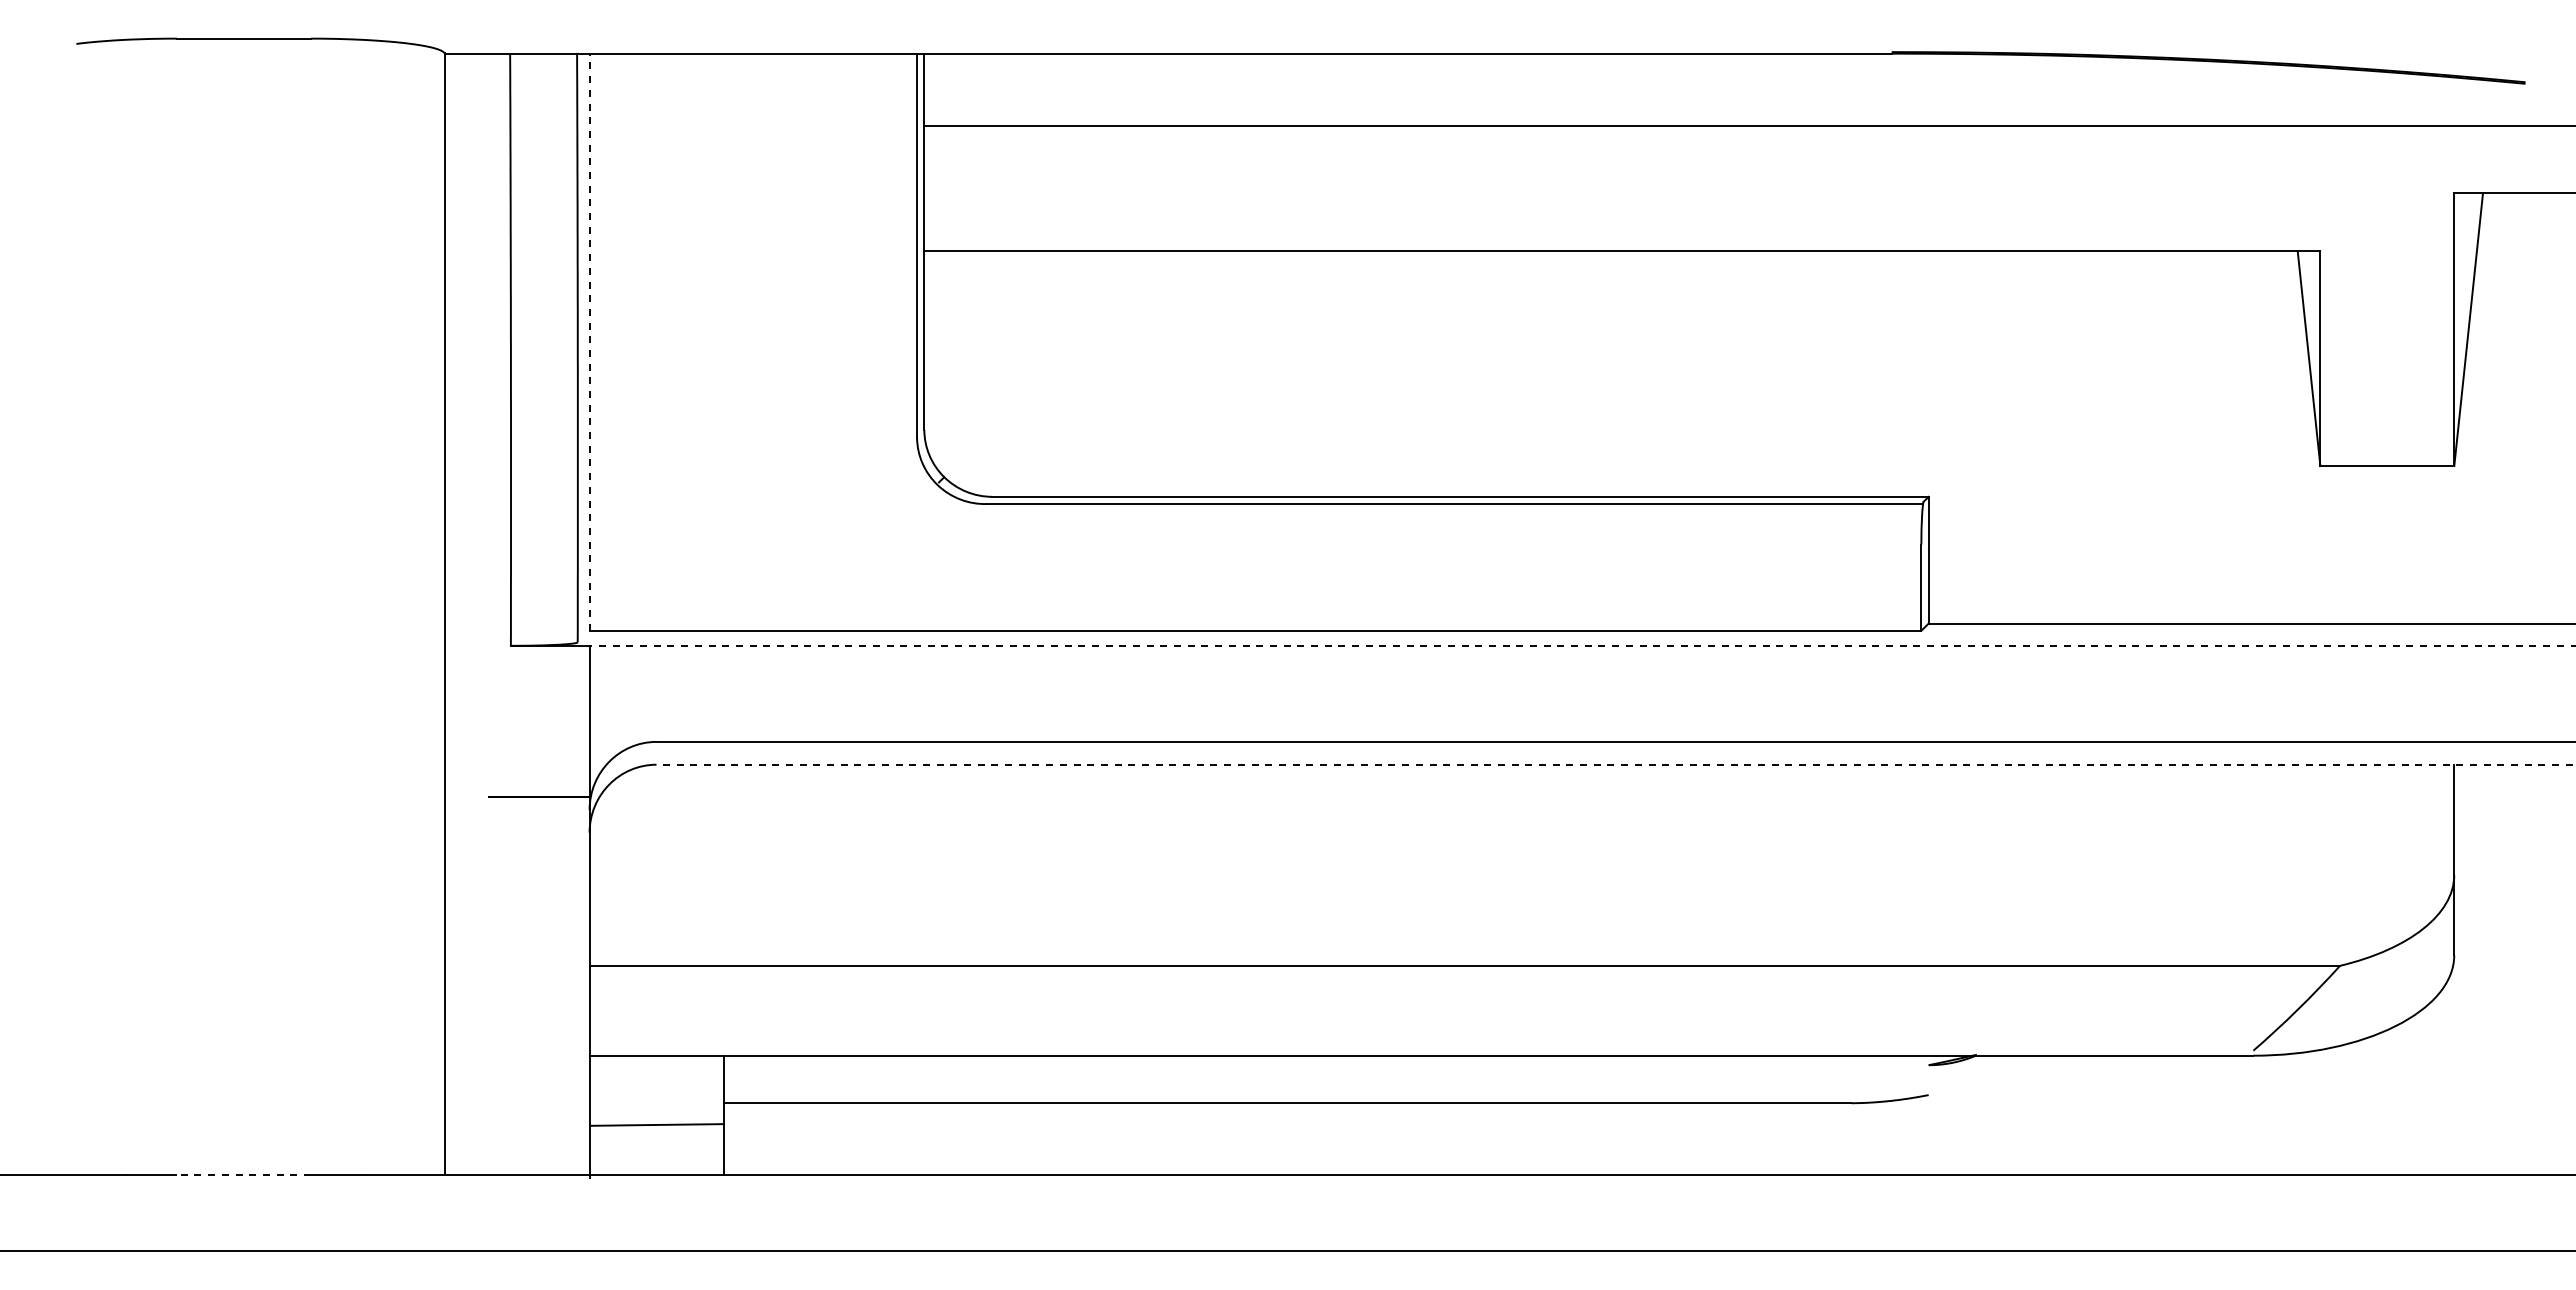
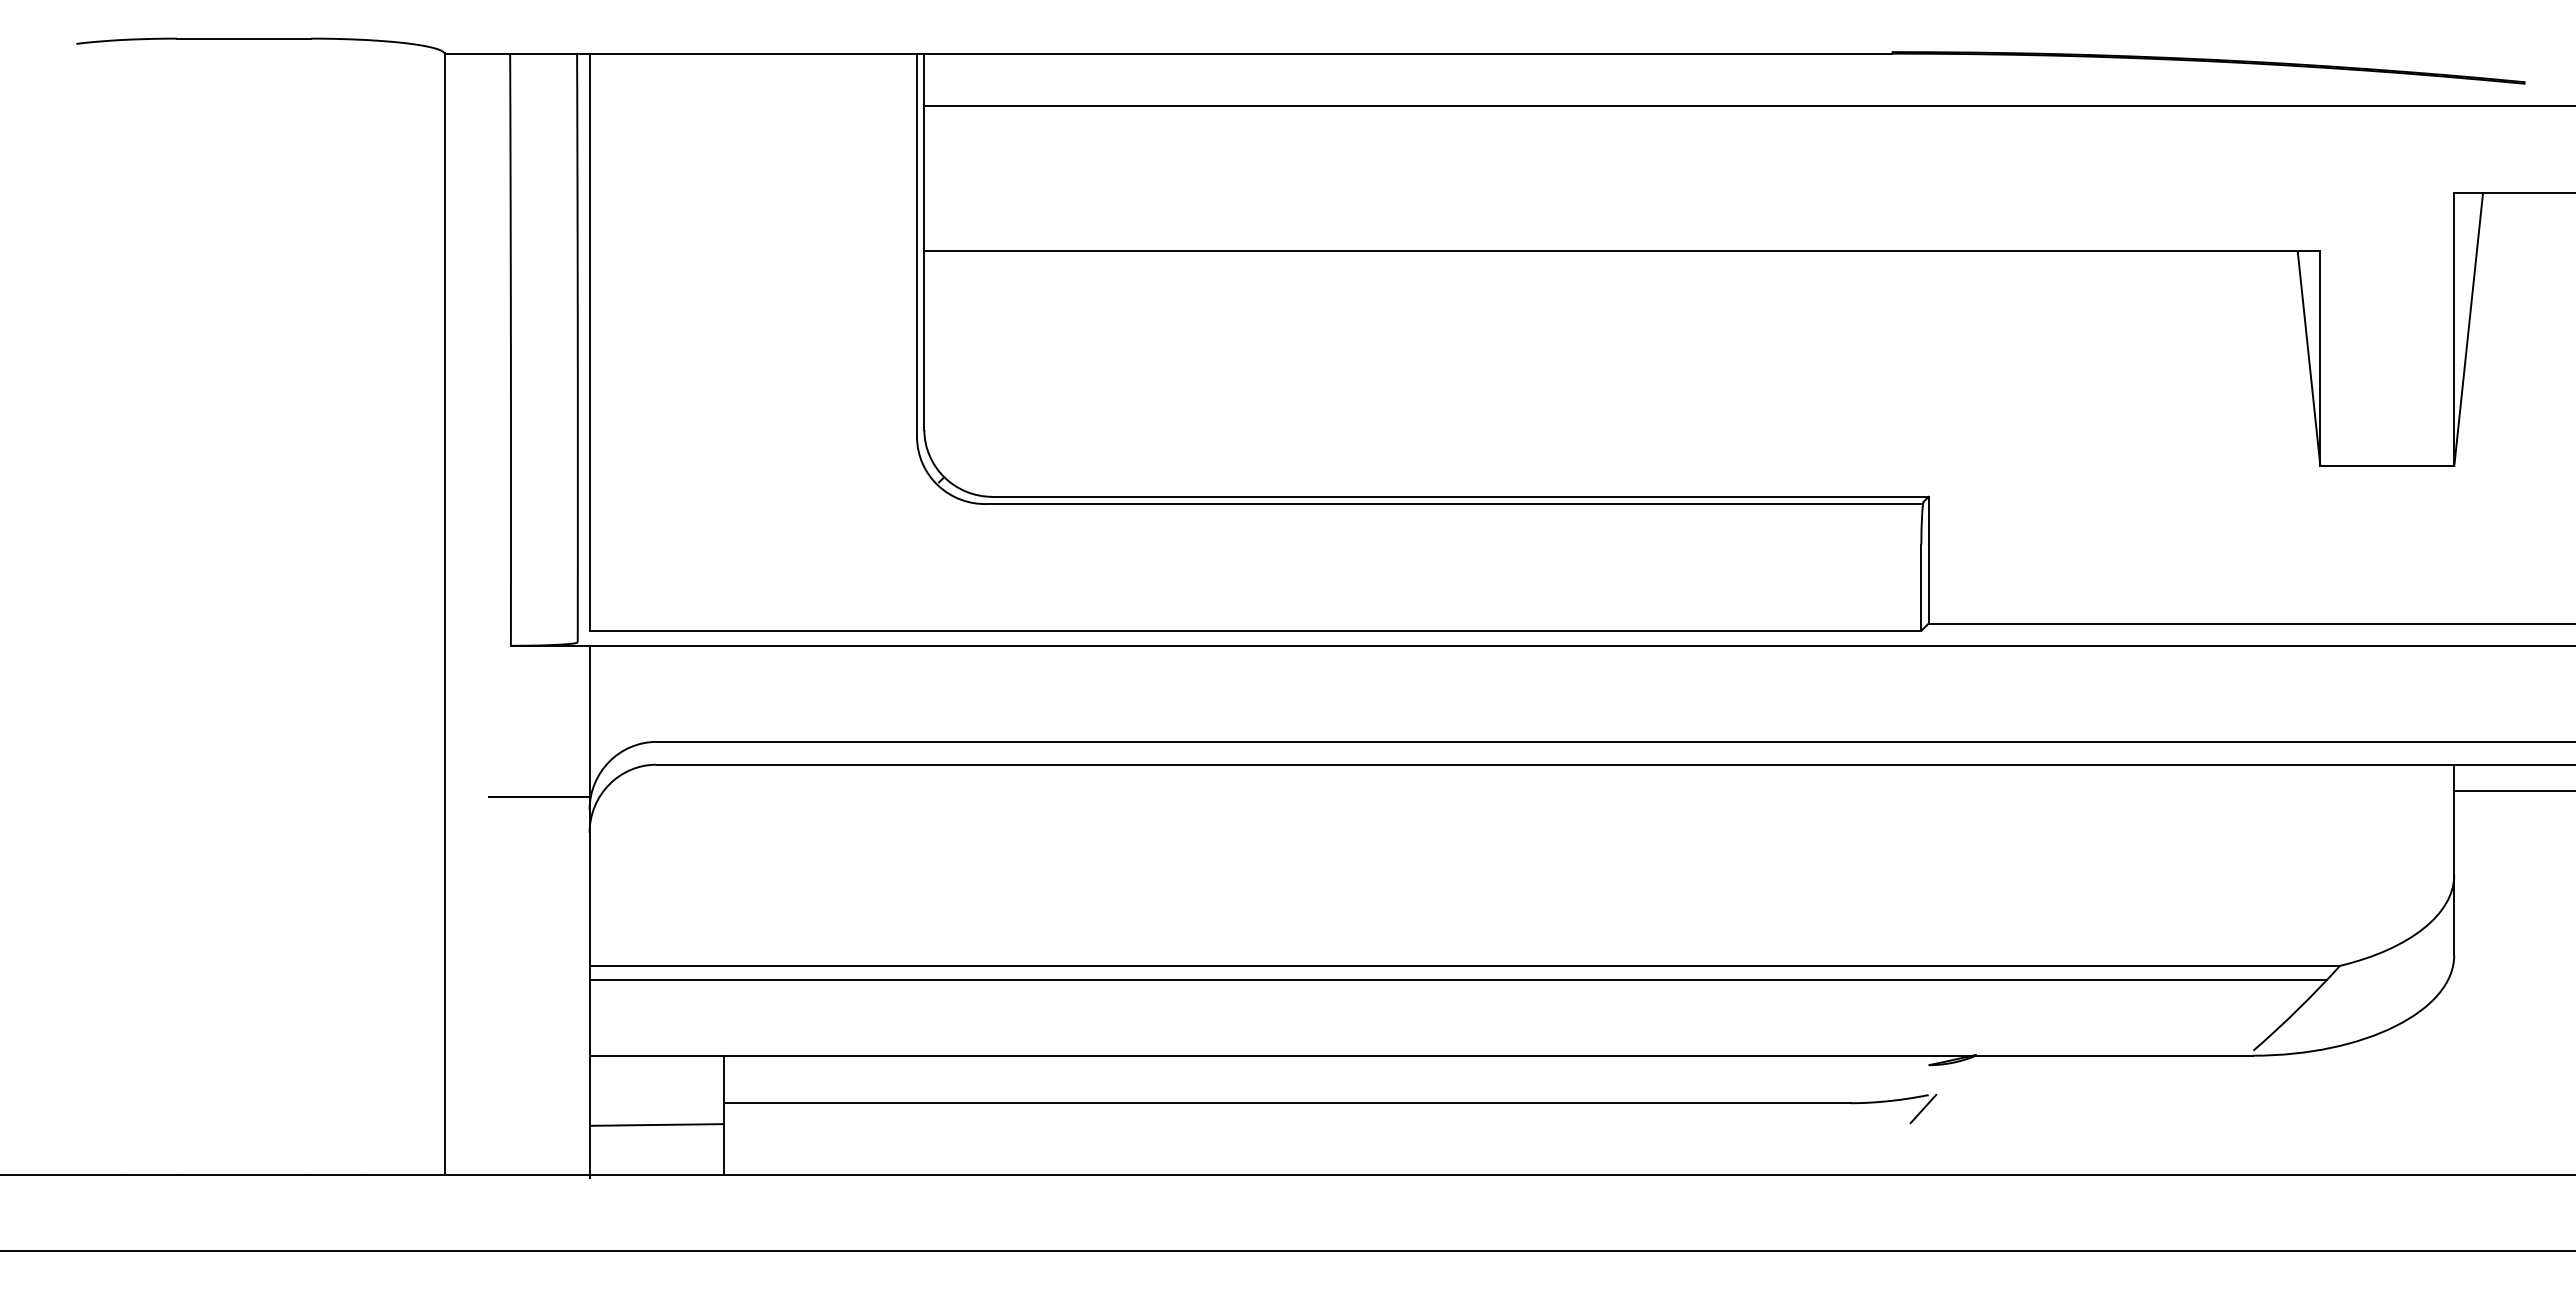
line at (1748, 126) position: (1748, 126) -> (1748, 106)
line at (589, 342): dashed -> solid
line at (1582, 645): dashed -> solid
line at (1615, 764): dashed -> solid
line at (2513, 791): none -> present
line at (1458, 979): none -> present
line at (1923, 1108): none -> present
line at (244, 1174): dashed -> solid
